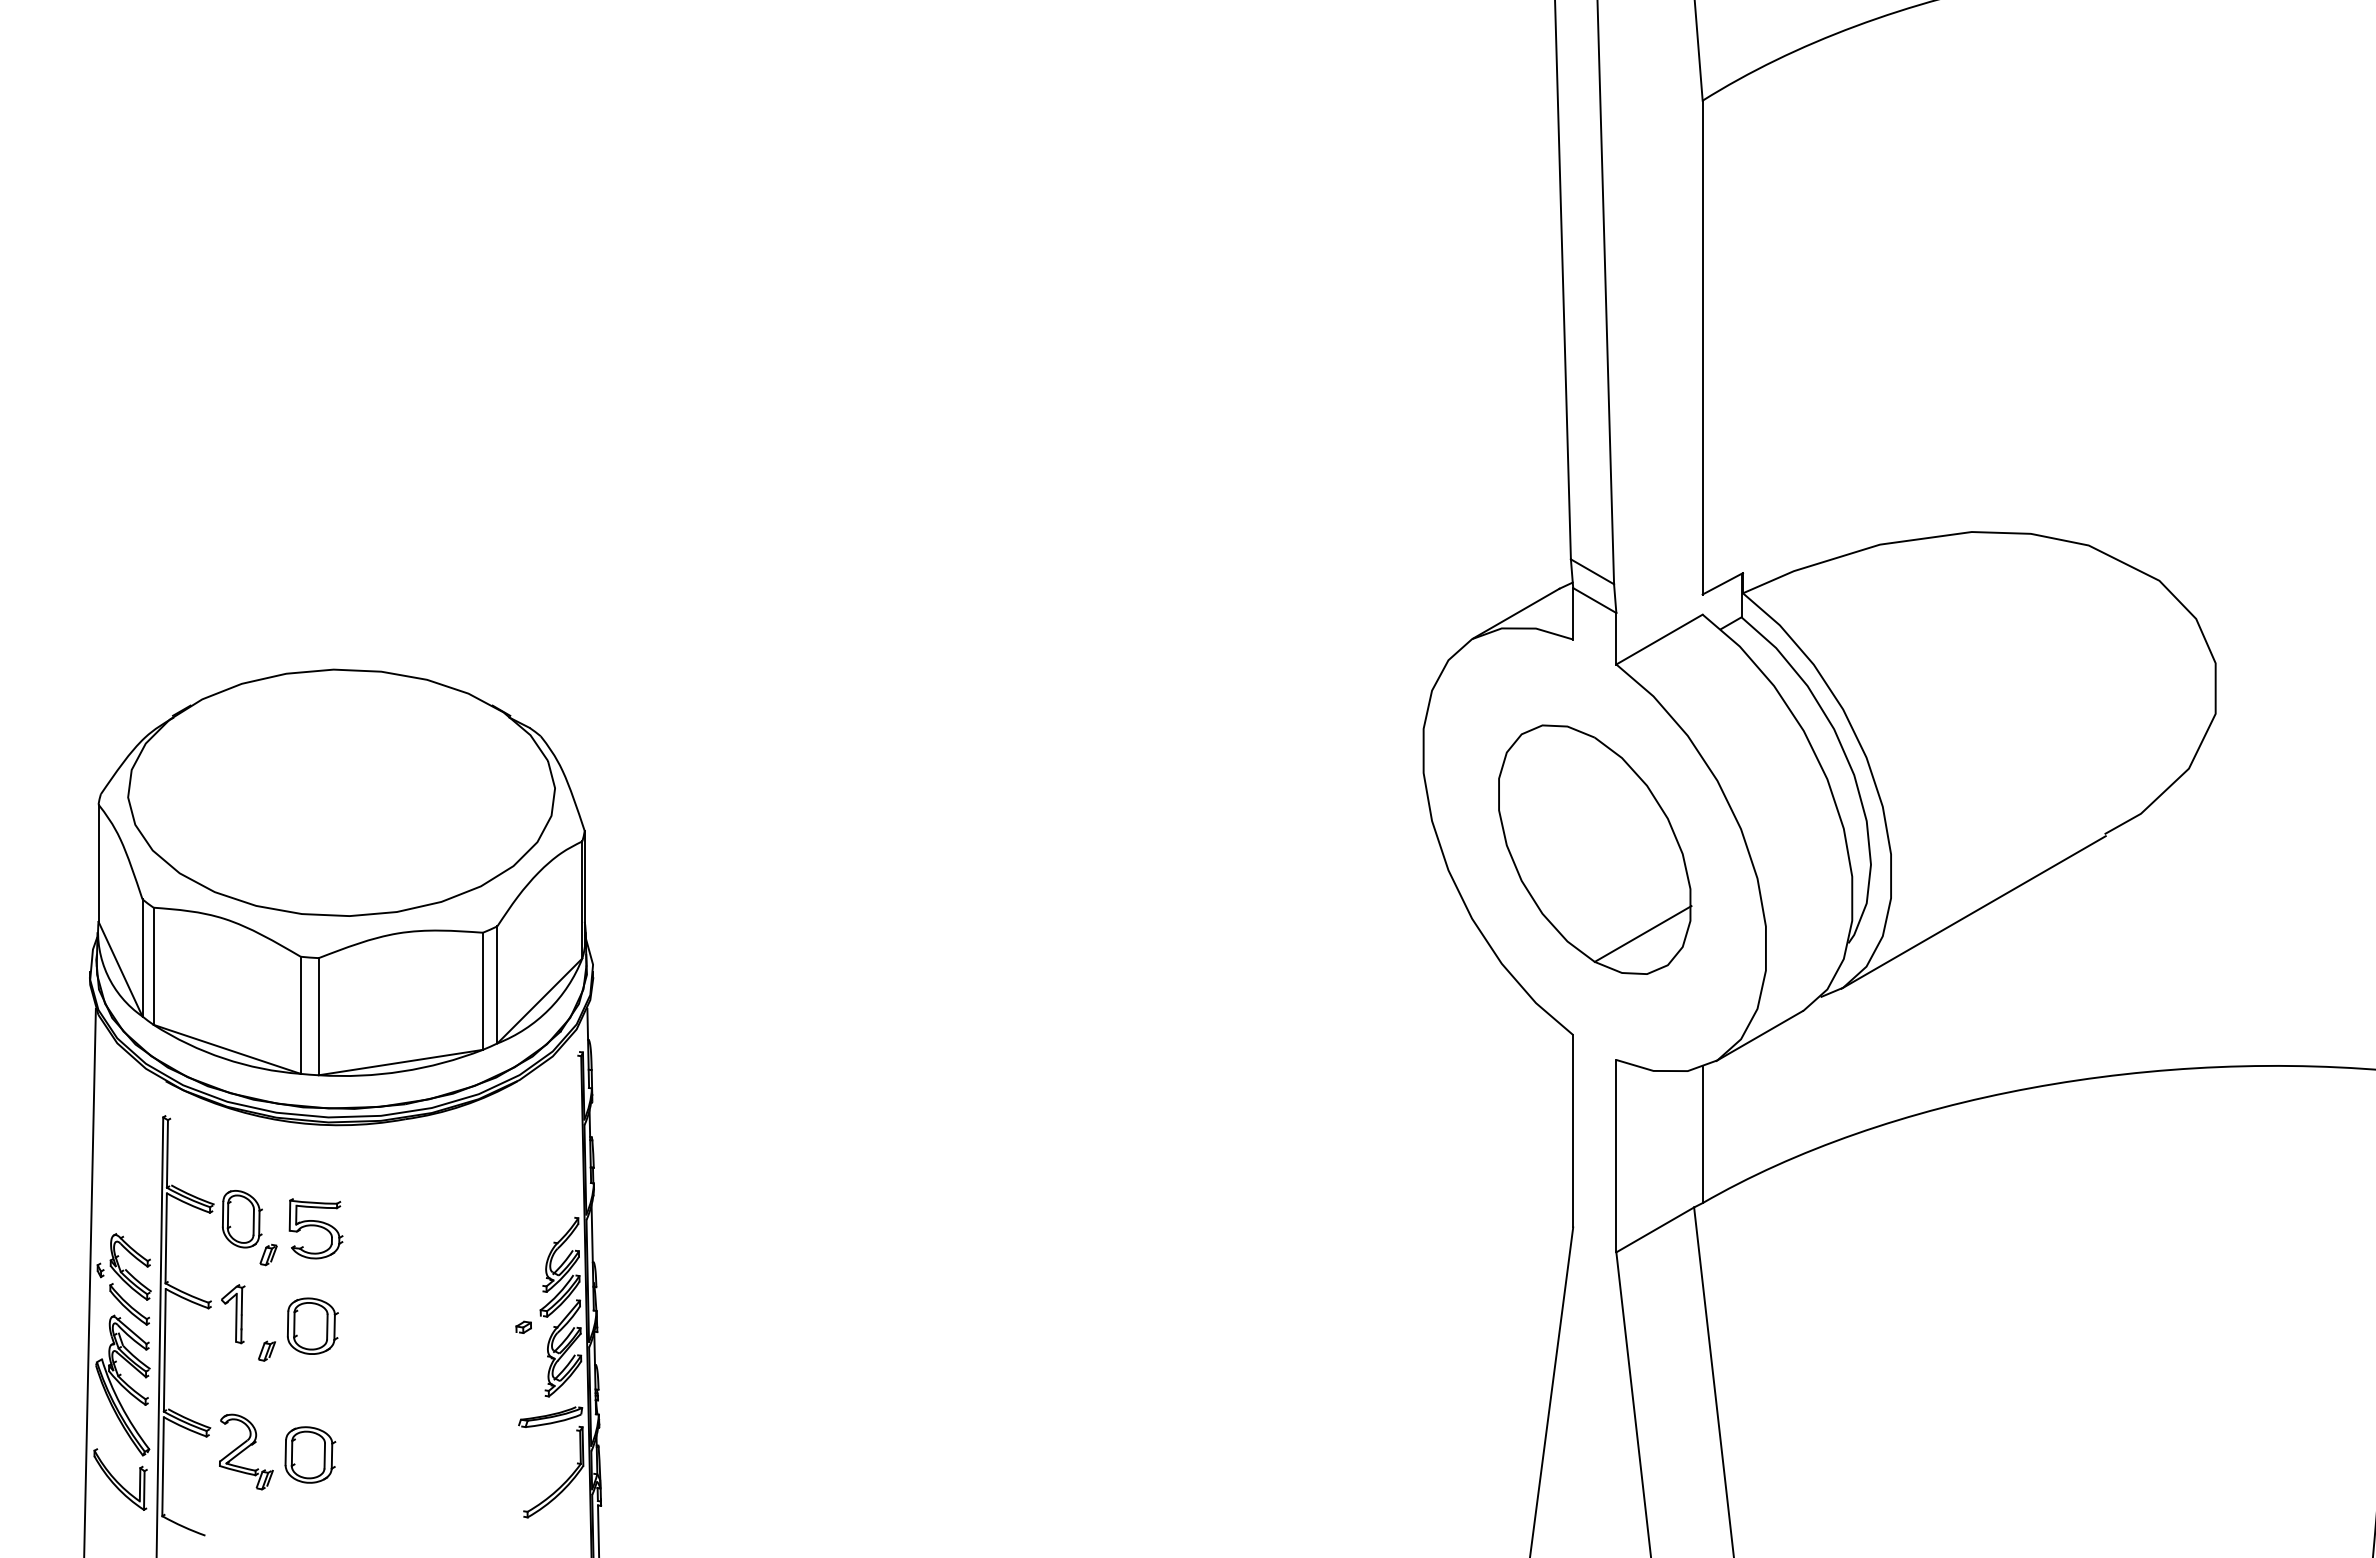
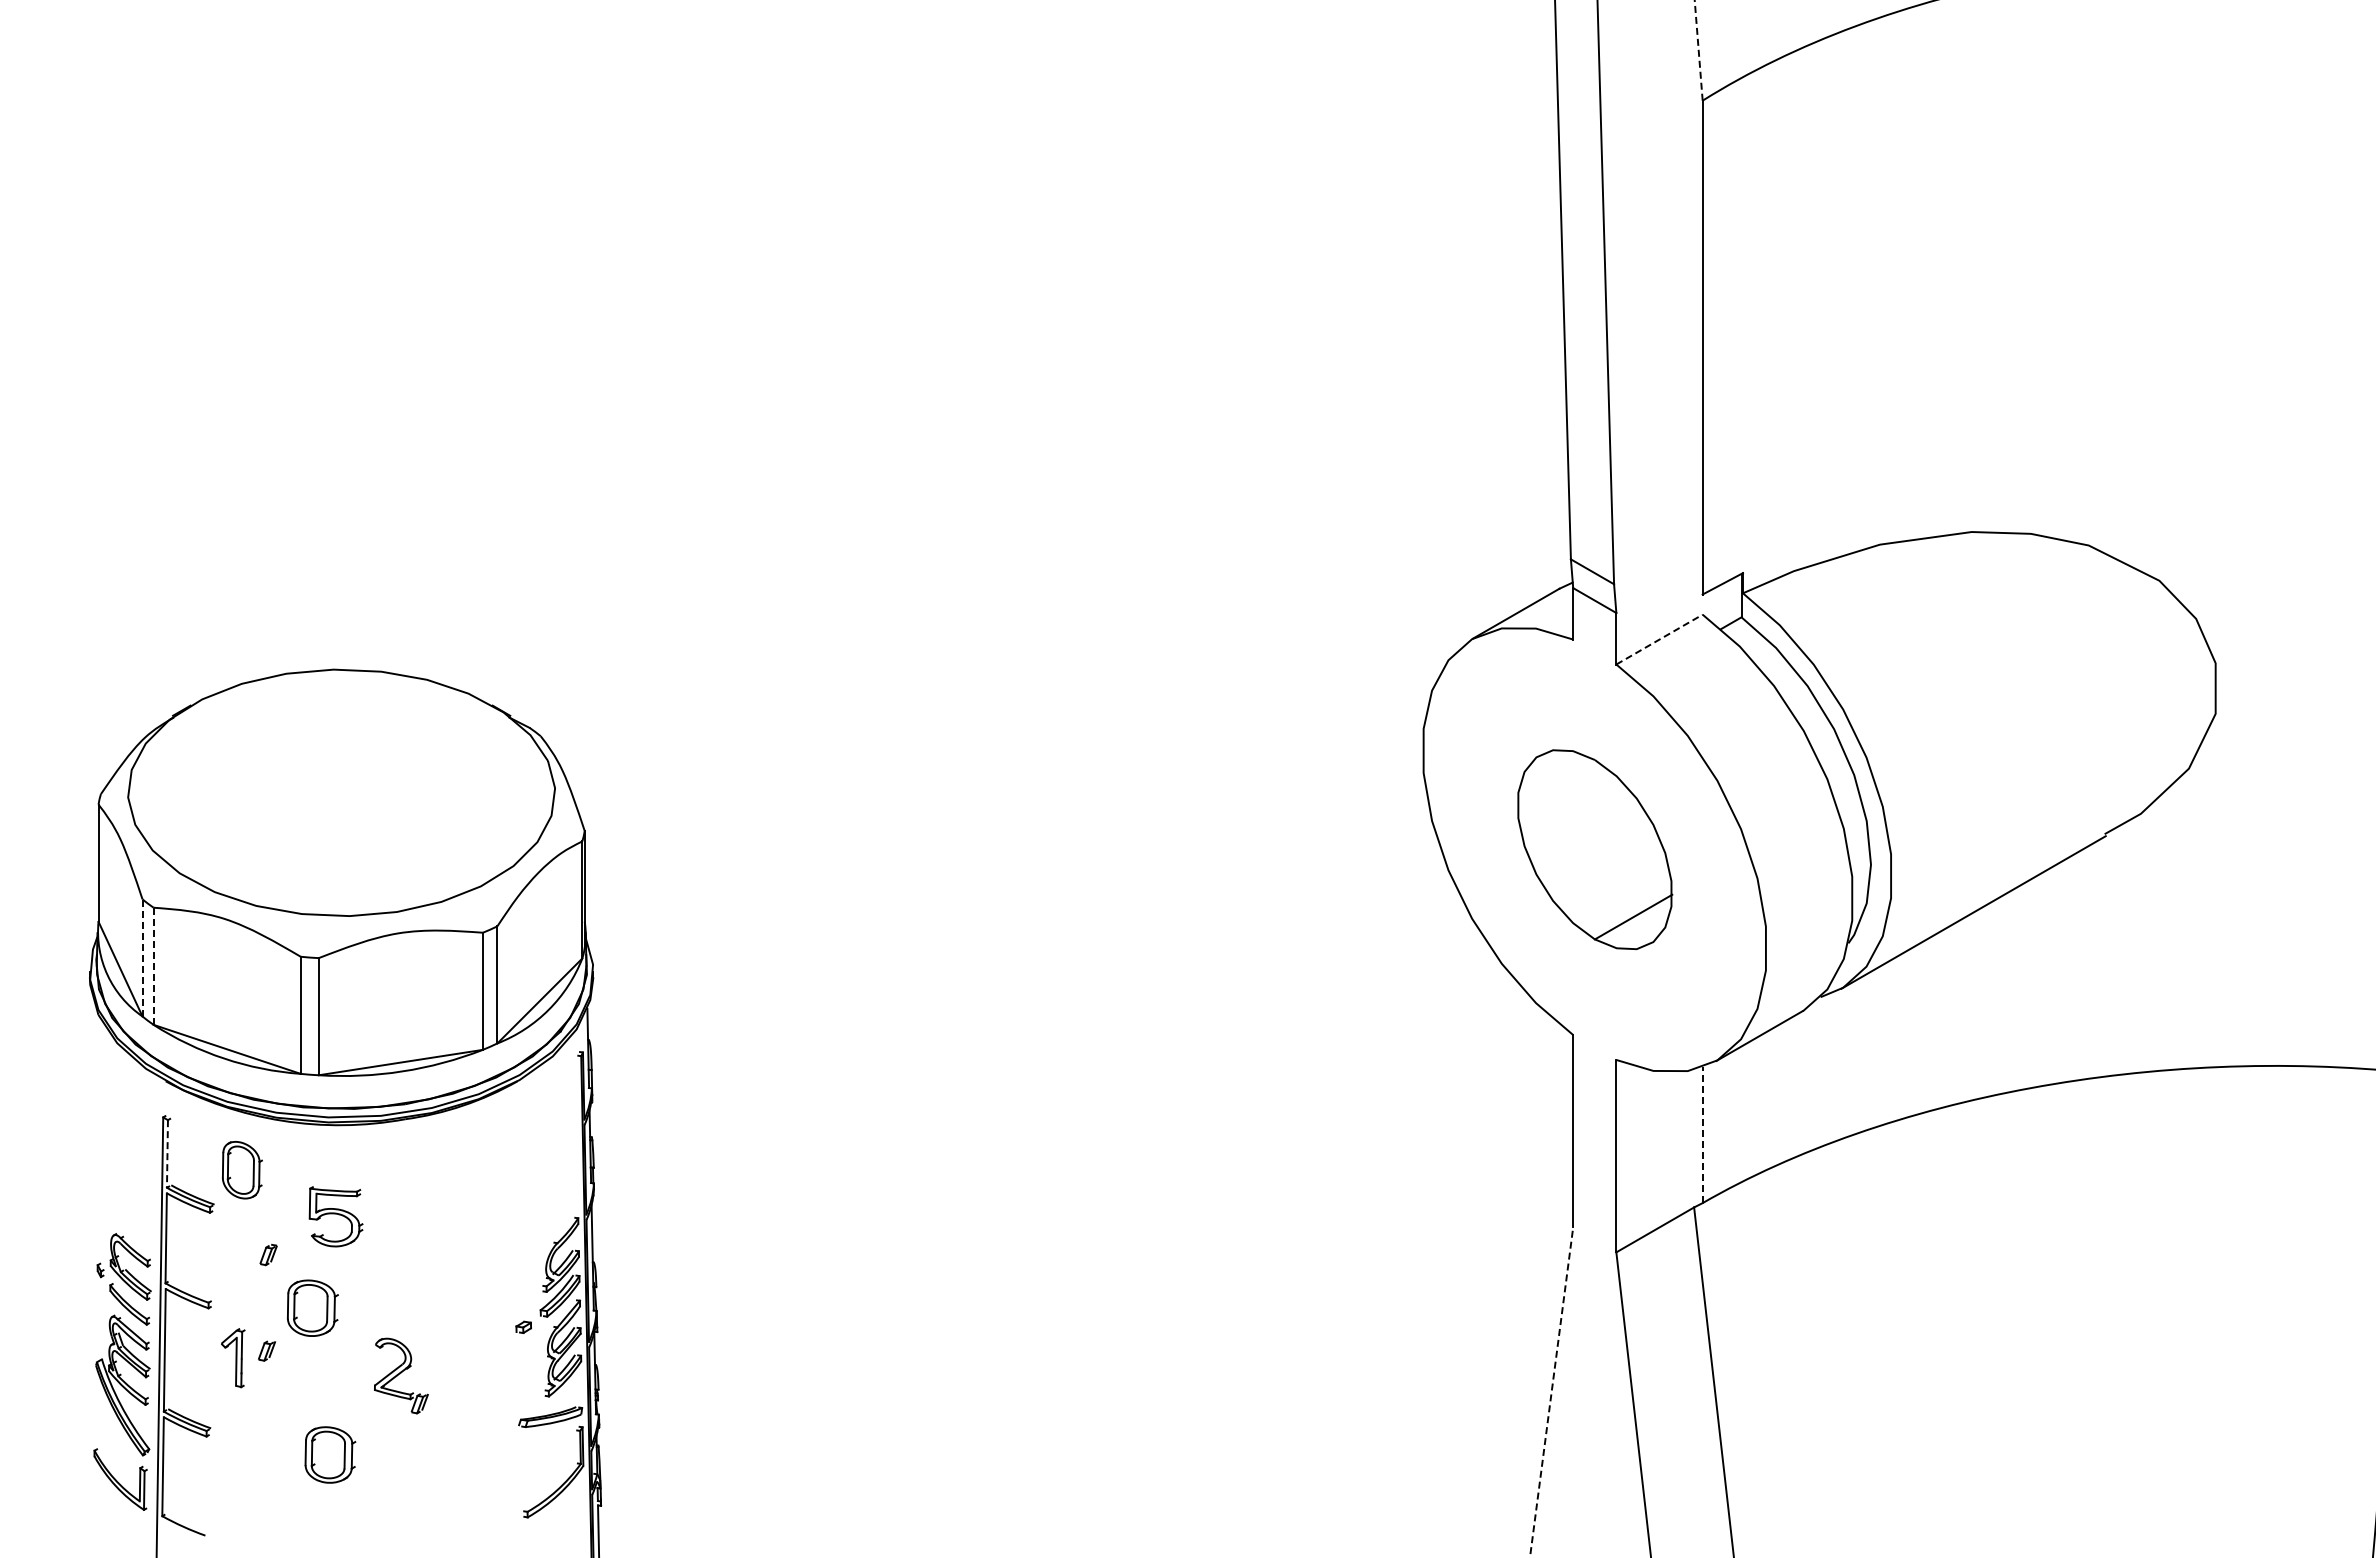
line at (1698, 49): solid -> dashed
line at (1659, 639): solid -> dashed
part at (1595, 849) size: 195x251 px -> 157x202 px
line at (142, 957): solid -> dashed
line at (153, 966): solid -> dashed
line at (1702, 1135): solid -> dashed
line at (167, 1153): solid -> dashed
part at (241, 1219) position: (241, 1219) -> (241, 1170)
part at (315, 1228) position: (315, 1228) -> (335, 1216)
line at (89, 1281): present -> none
part at (233, 1314) position: (233, 1314) -> (233, 1358)
part at (312, 1325) position: (312, 1325) -> (312, 1307)
line at (1551, 1391): solid -> dashed
part at (246, 1451) position: (246, 1451) -> (401, 1375)
part at (310, 1454) position: (310, 1454) -> (330, 1454)
